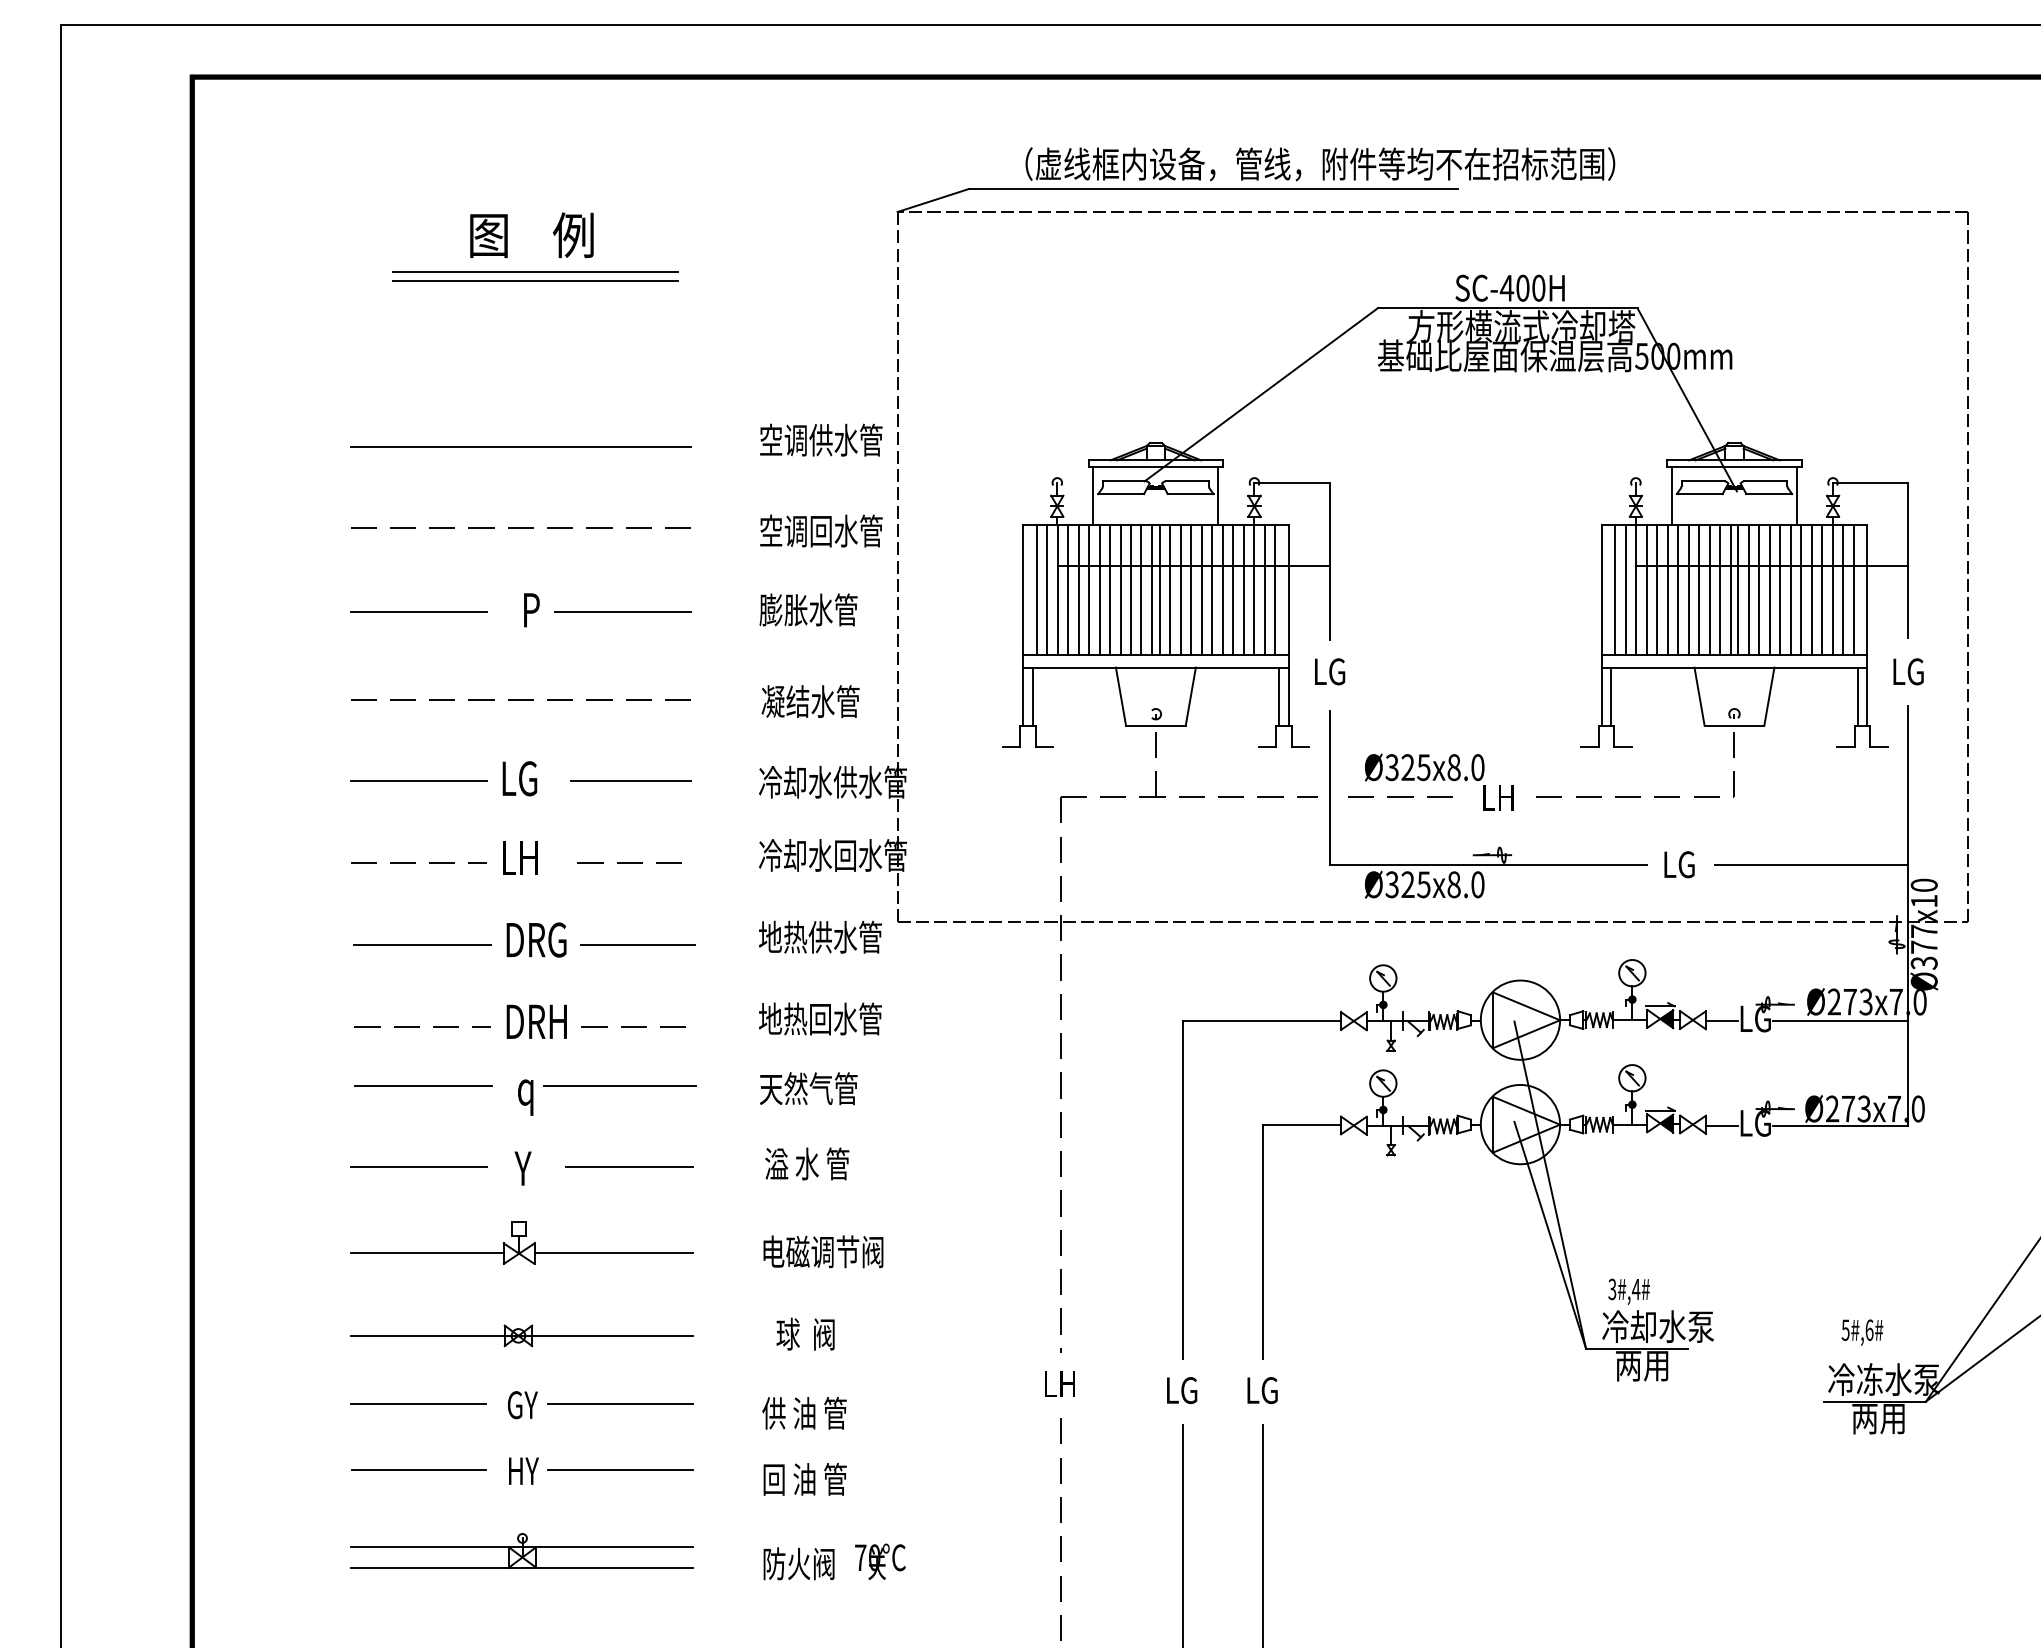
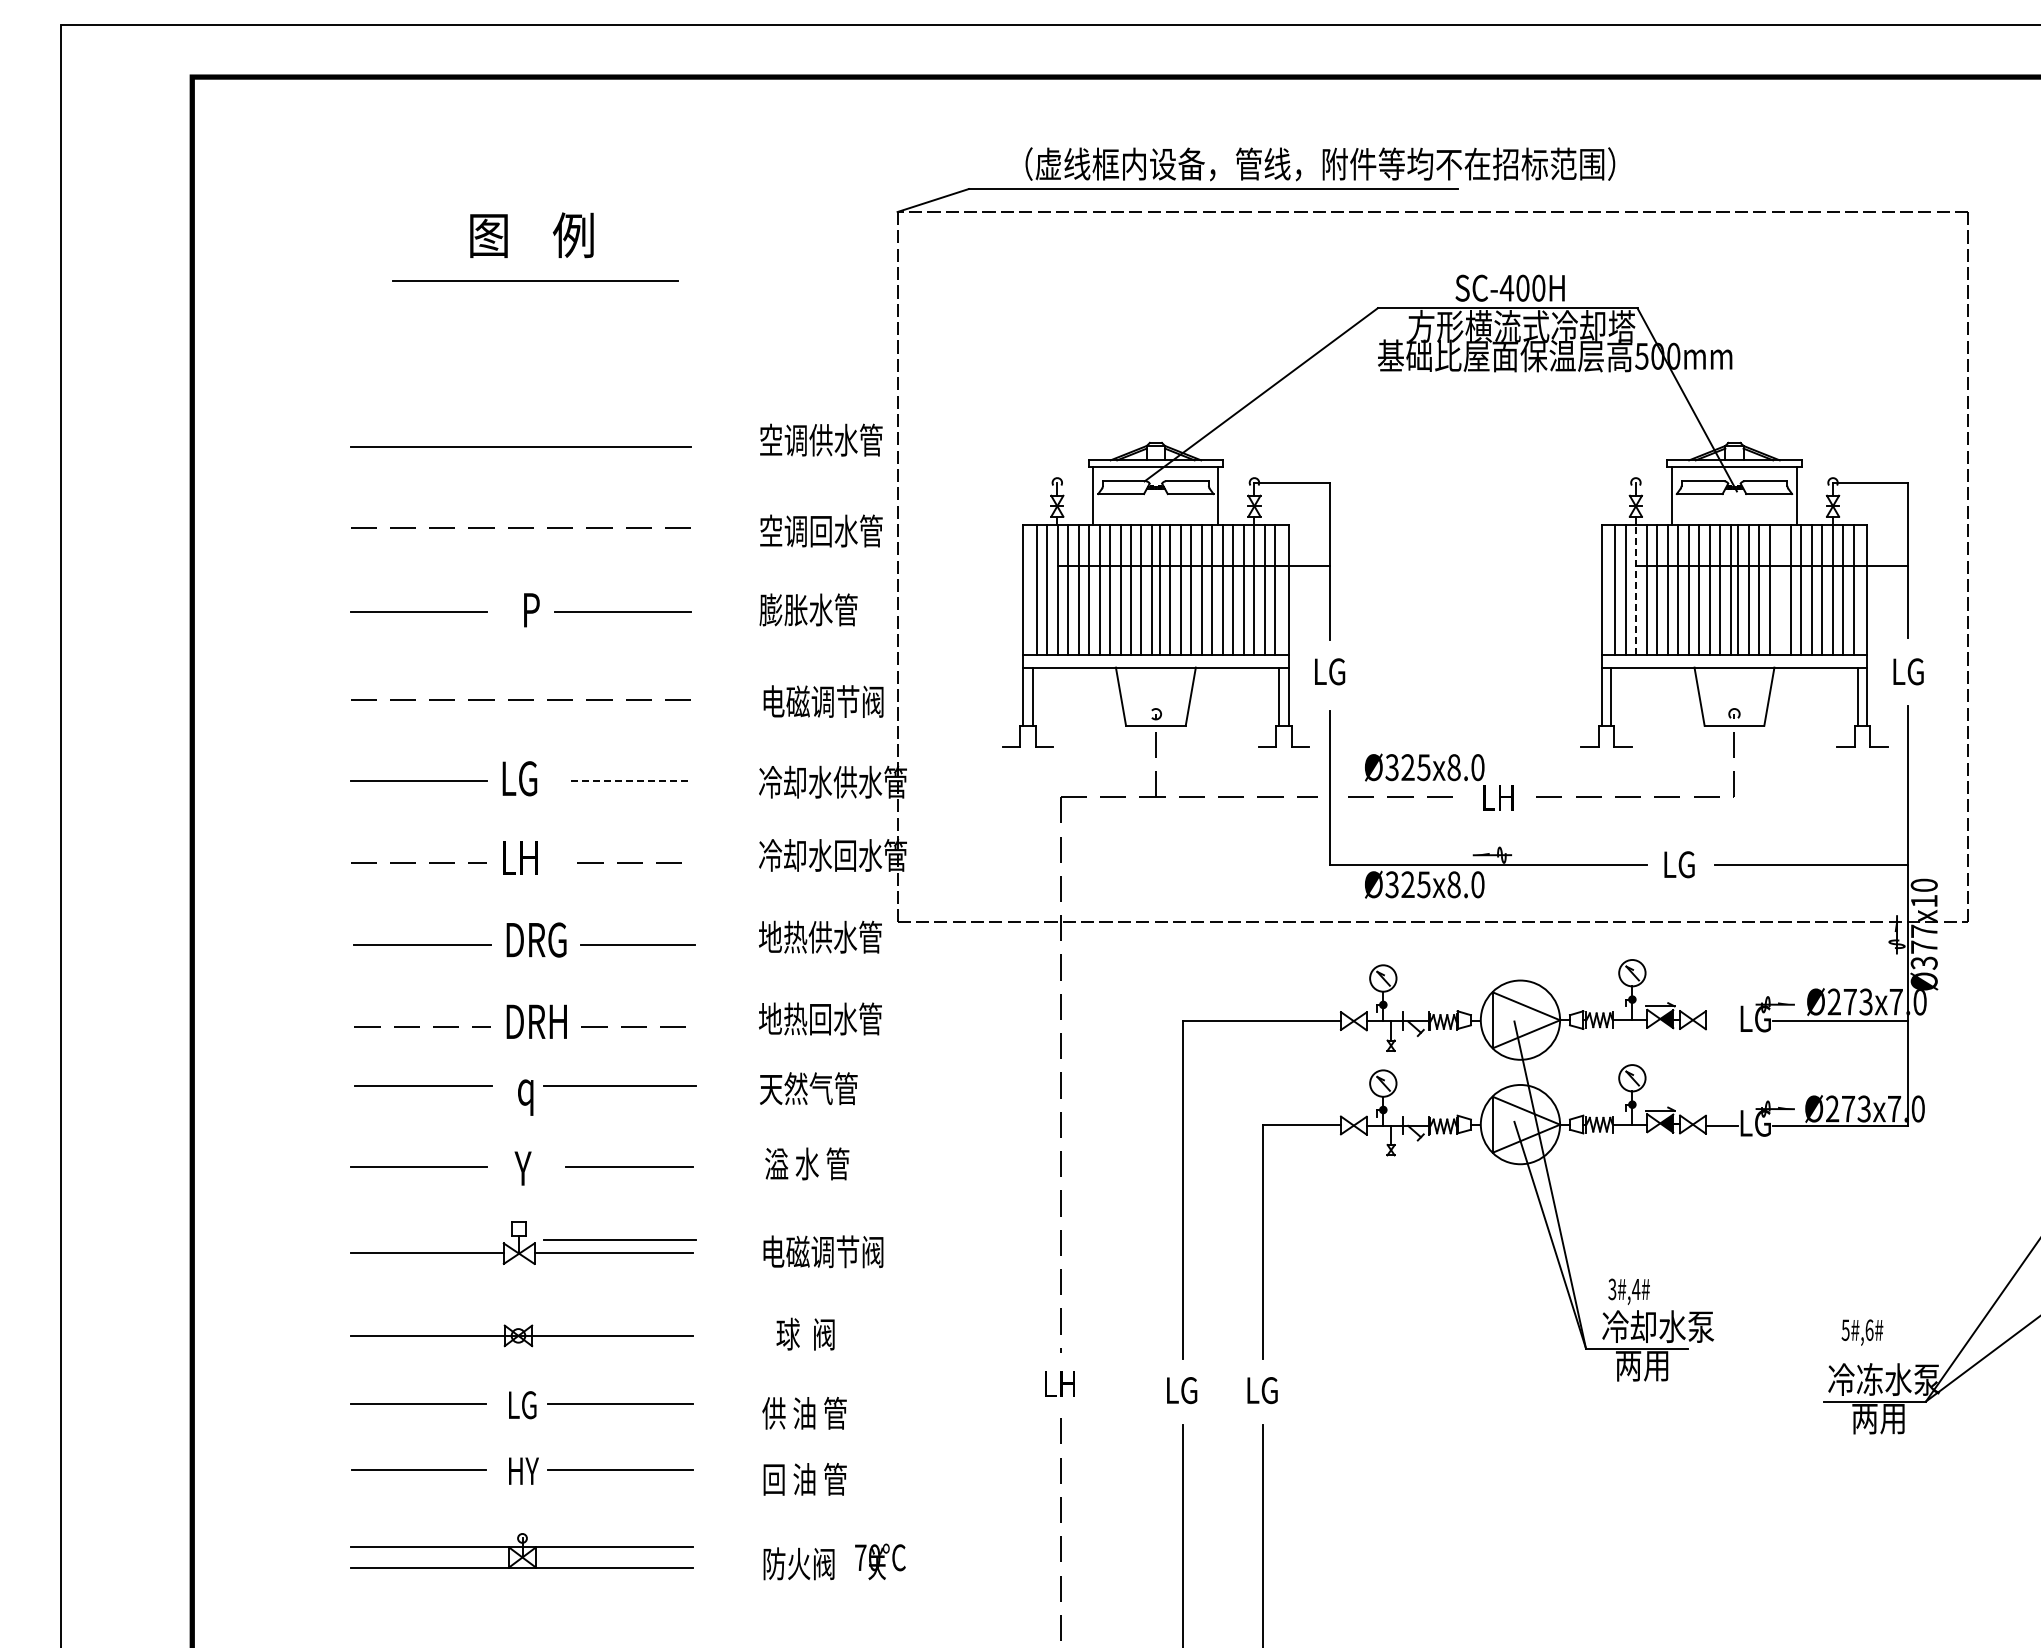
line at (535, 272): present -> none
line at (1636, 589): solid -> dashed
line at (1780, 589): present -> none
text at (822, 701): 凝结水管 -> 电磁调节阀
line at (631, 781): solid -> dashed
line at (1721, 1021): present -> none
line at (619, 1239): none -> present
text at (522, 1405): GY -> LG
